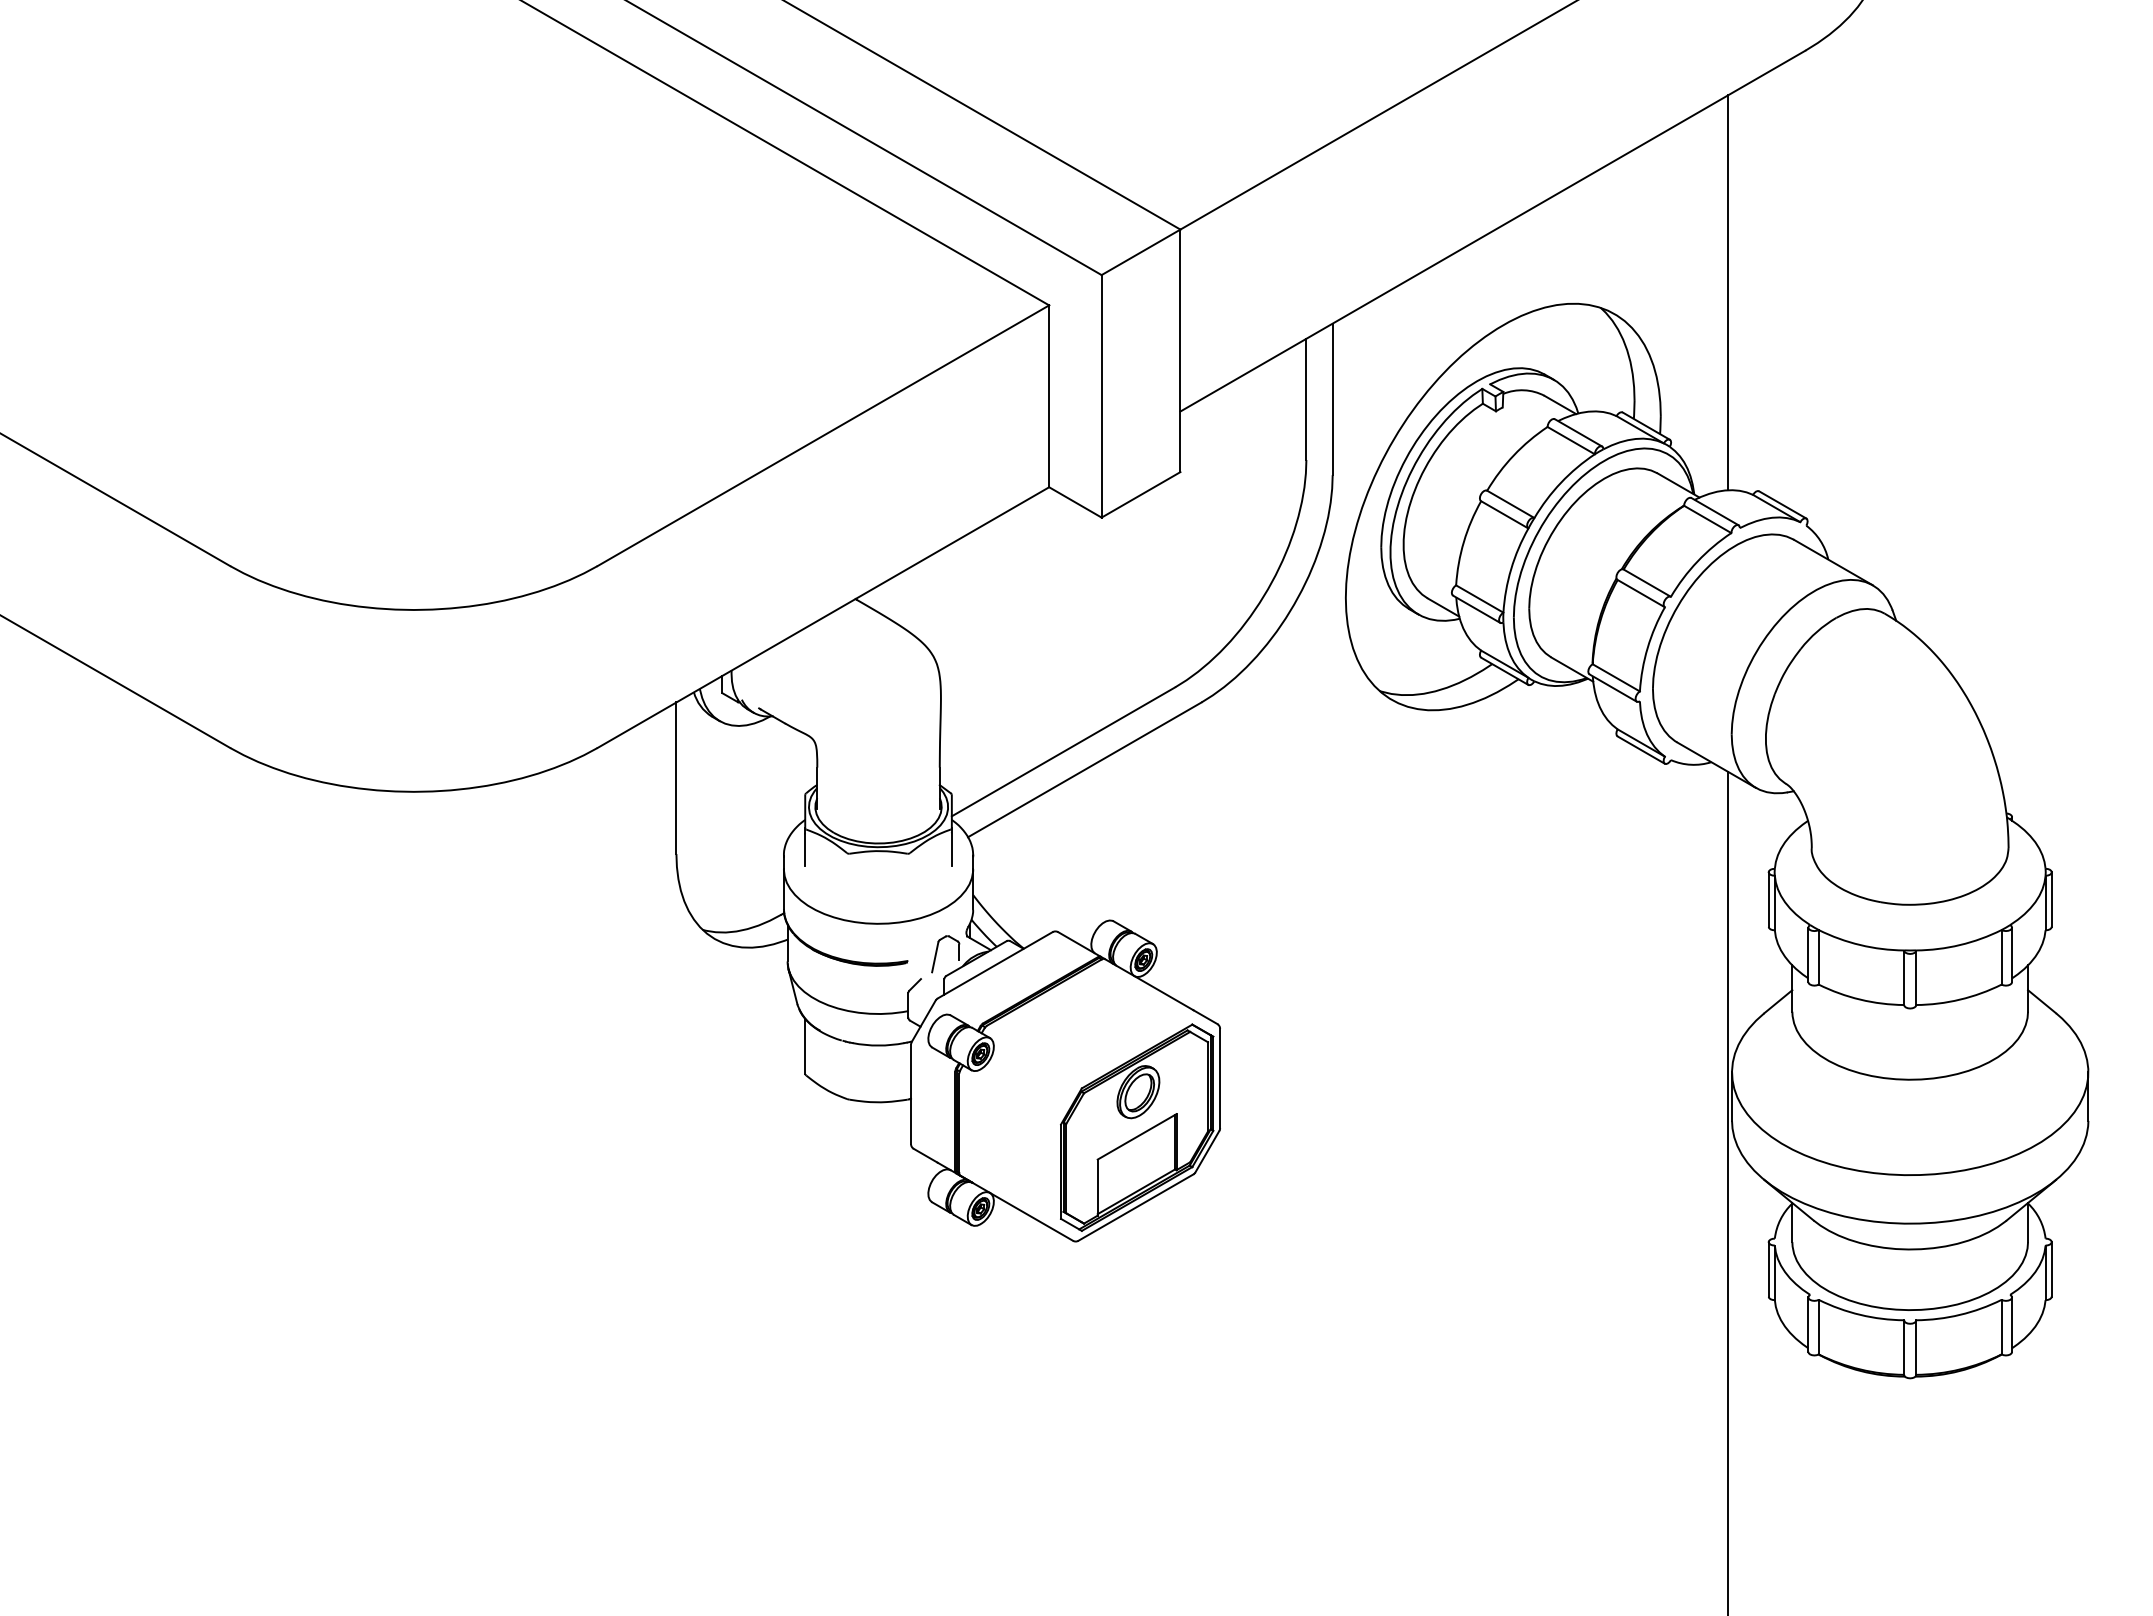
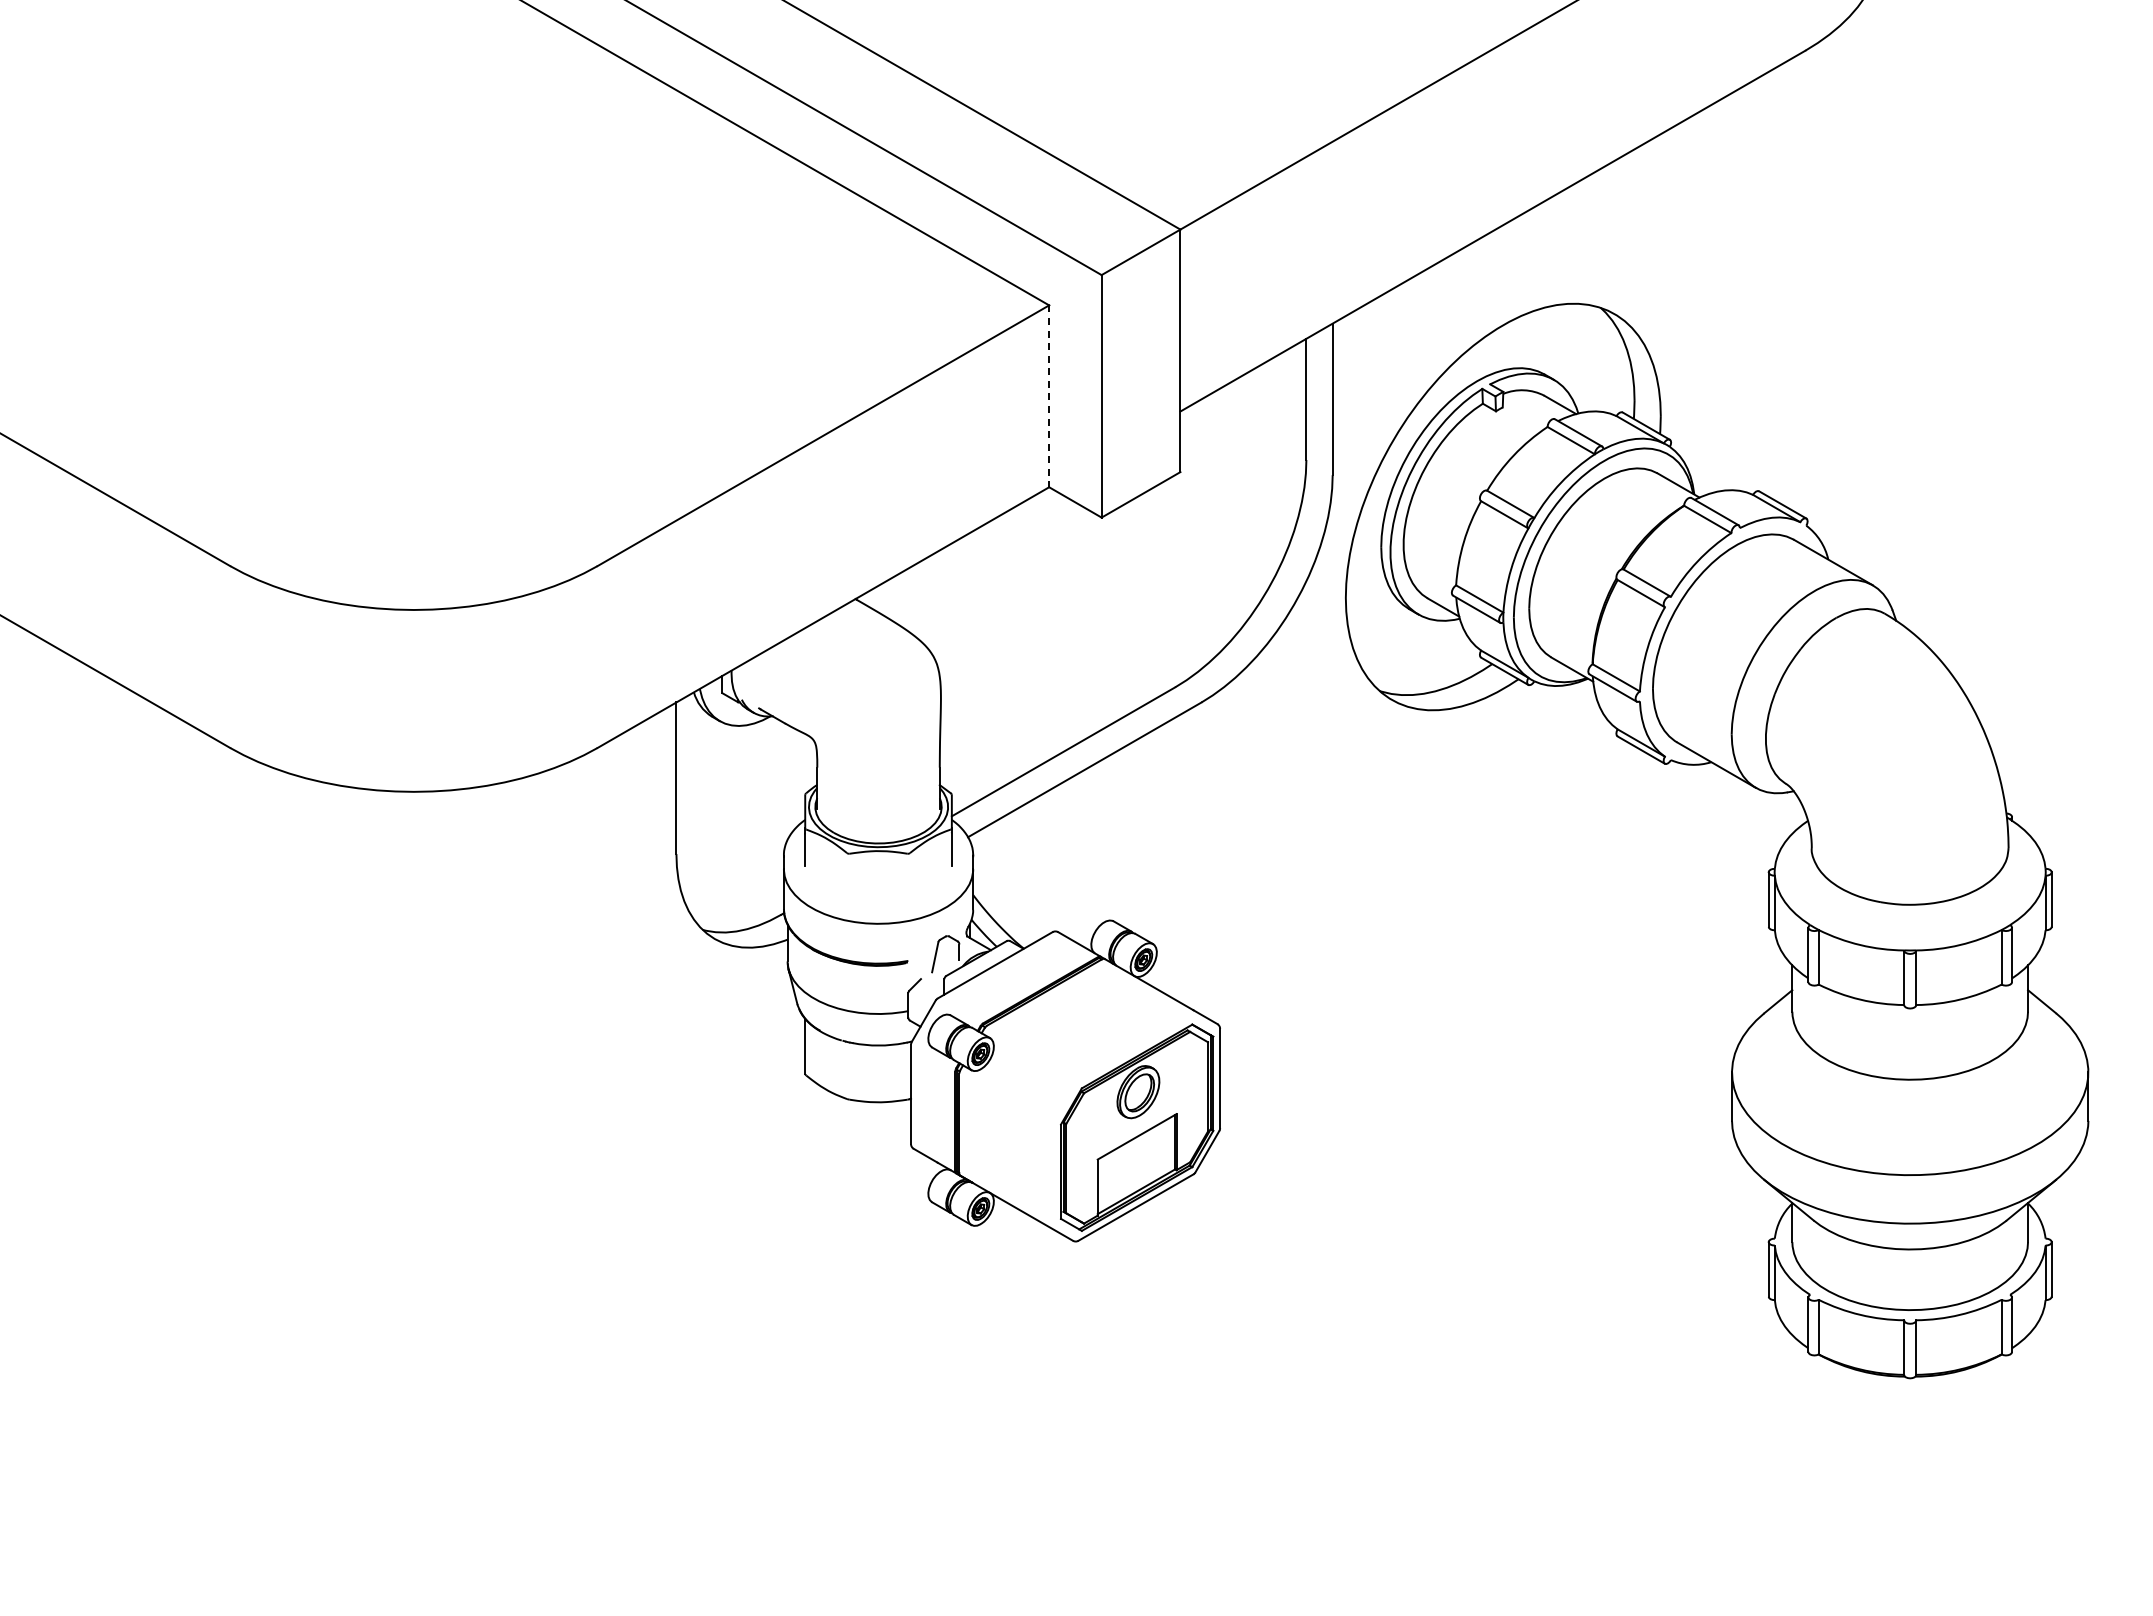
line at (1728, 292): present -> none
line at (1049, 396): solid -> dashed
line at (1728, 1191): present -> none
